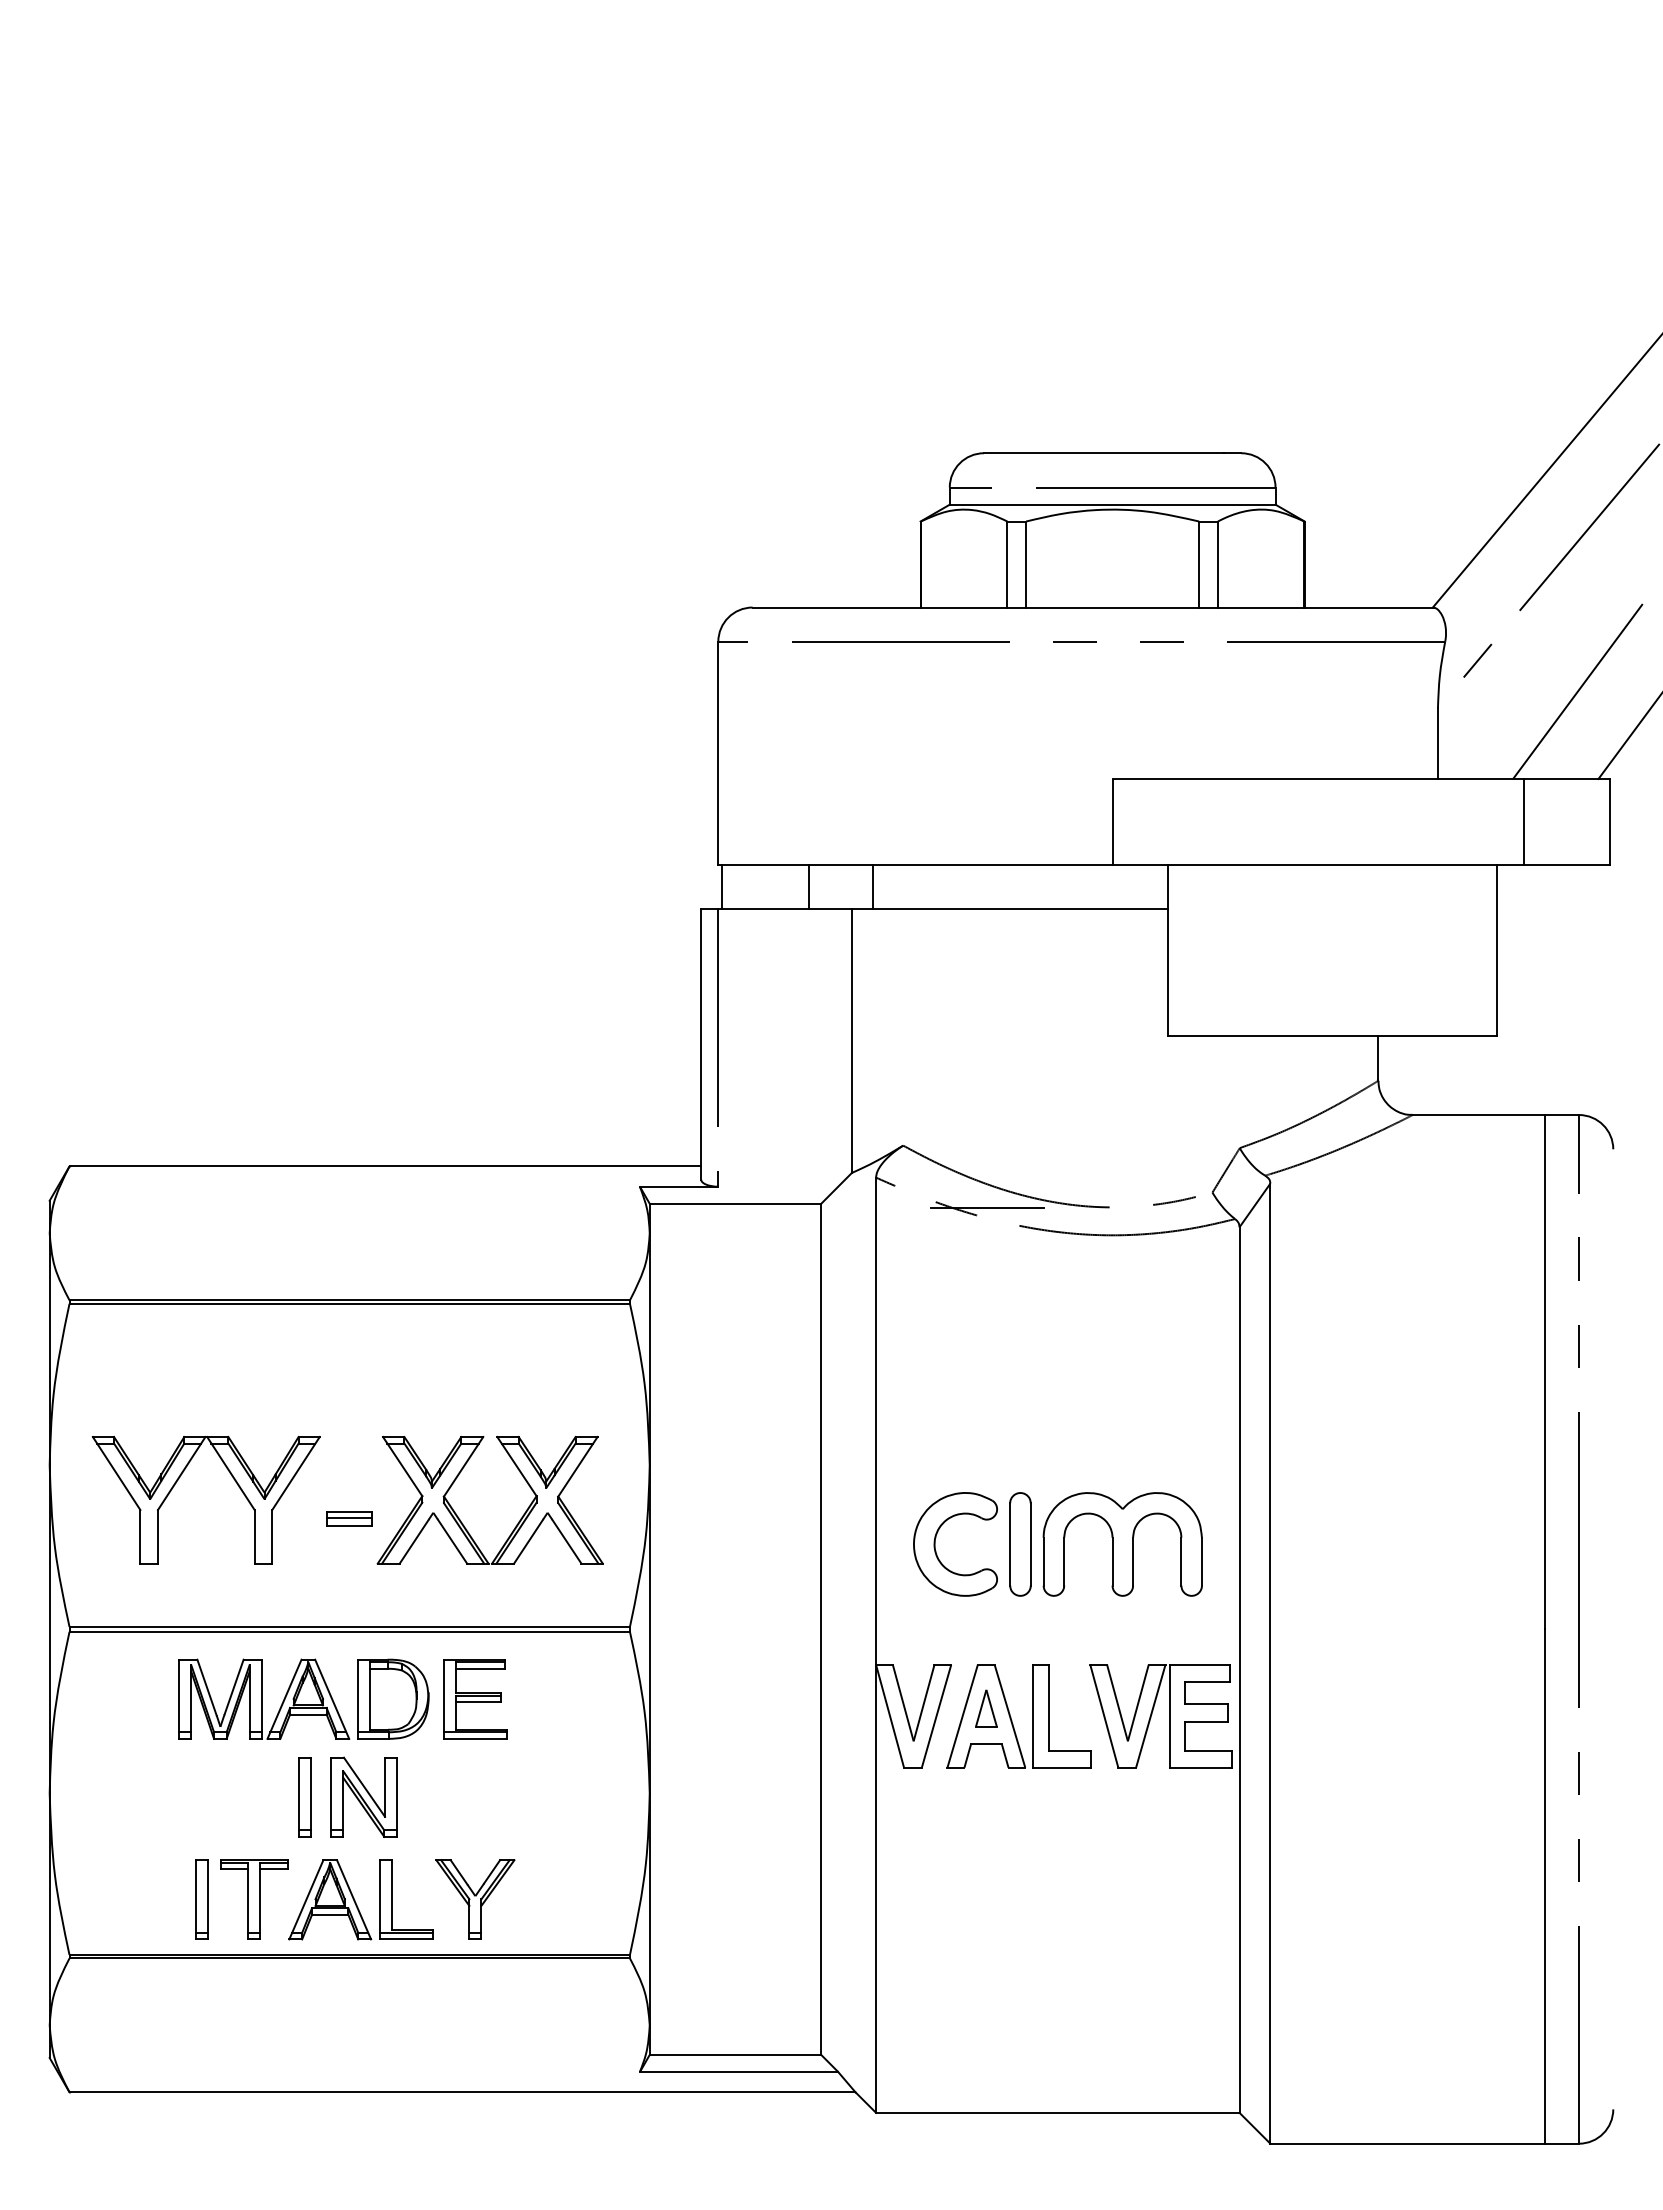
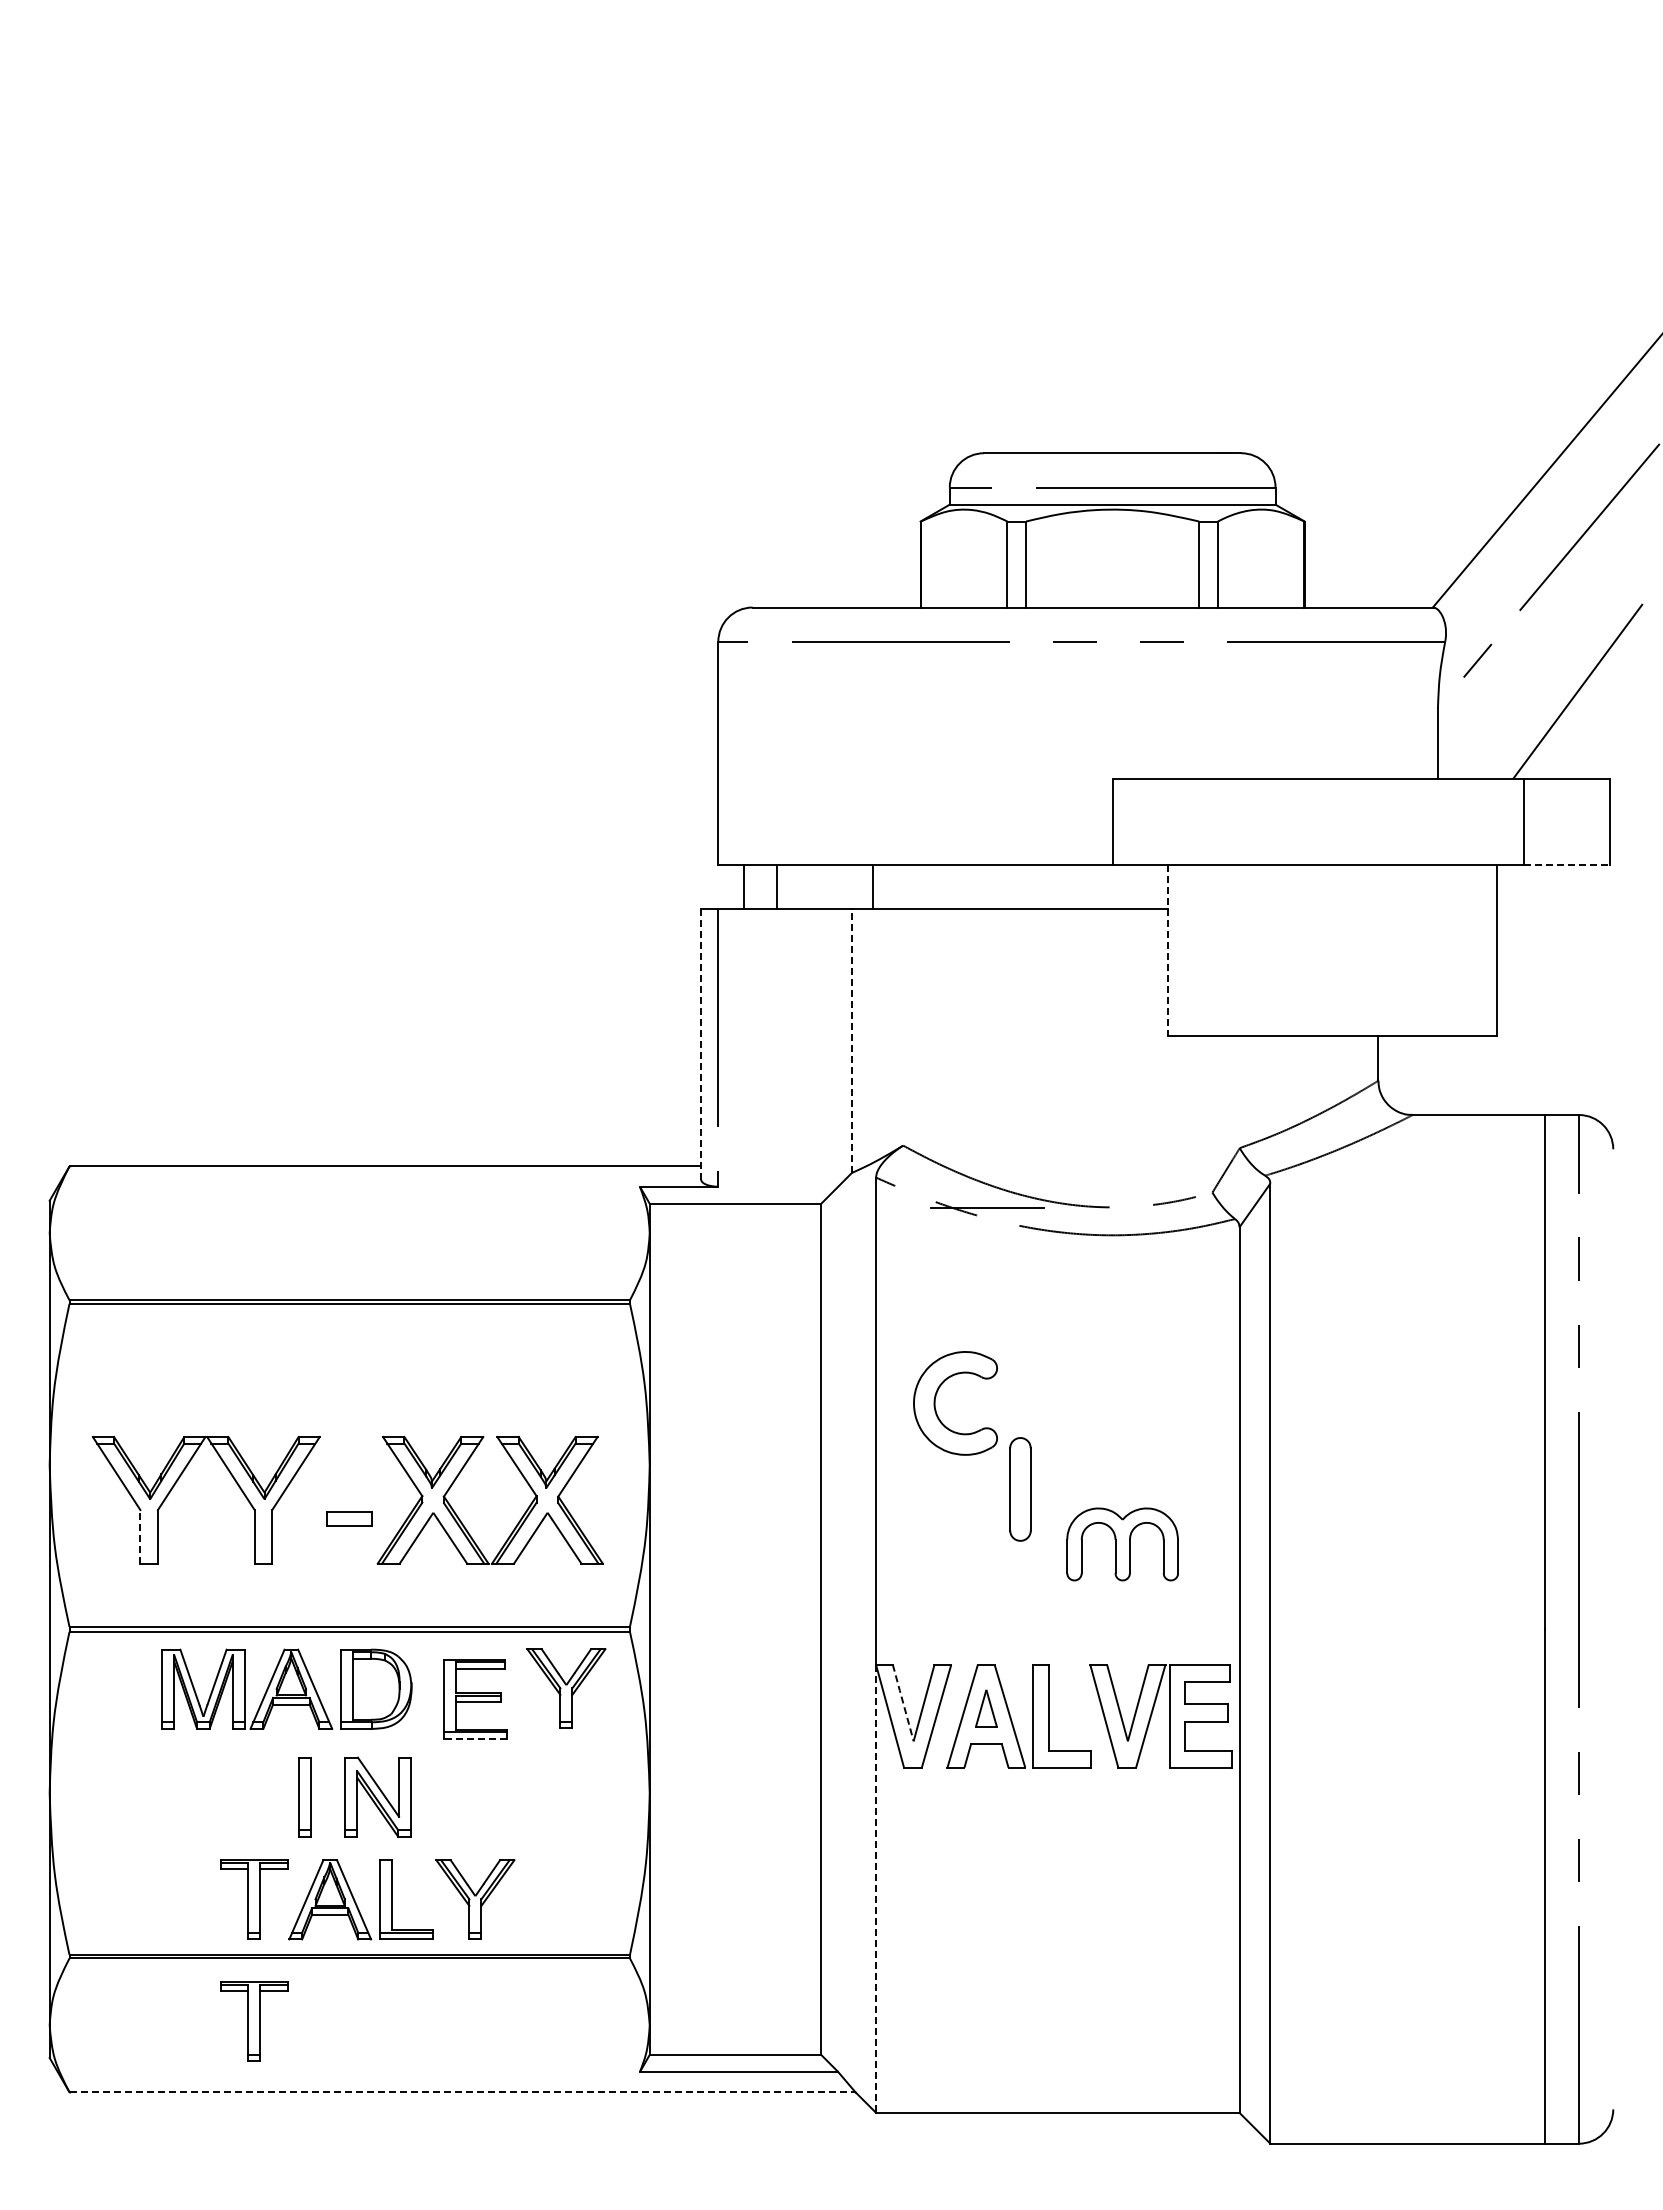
line at (1628, 737): present -> none
line at (1566, 864): solid -> dashed
line at (722, 886) position: (722, 886) -> (744, 886)
line at (808, 886) position: (808, 886) -> (776, 886)
line at (1167, 950): solid -> dashed
line at (851, 1041): solid -> dashed
line at (701, 1043): solid -> dashed
line at (349, 1518): present -> none
line at (140, 1536): solid -> dashed
part at (936, 1538) position: (936, 1538) -> (936, 1397)
part at (1020, 1544) position: (1020, 1544) -> (1020, 1489)
part at (1122, 1544) size: 161x105 px -> 113x75 px
part at (566, 1688): none -> present
part at (303, 1698) position: (303, 1698) -> (286, 1688)
line at (903, 1703): solid -> dashed
line at (474, 1738): solid -> dashed
part at (363, 1796) position: (363, 1796) -> (377, 1796)
line at (876, 1889): solid -> dashed
part at (201, 1899): present -> none
part at (254, 2021): none -> present
line at (462, 2092): solid -> dashed
